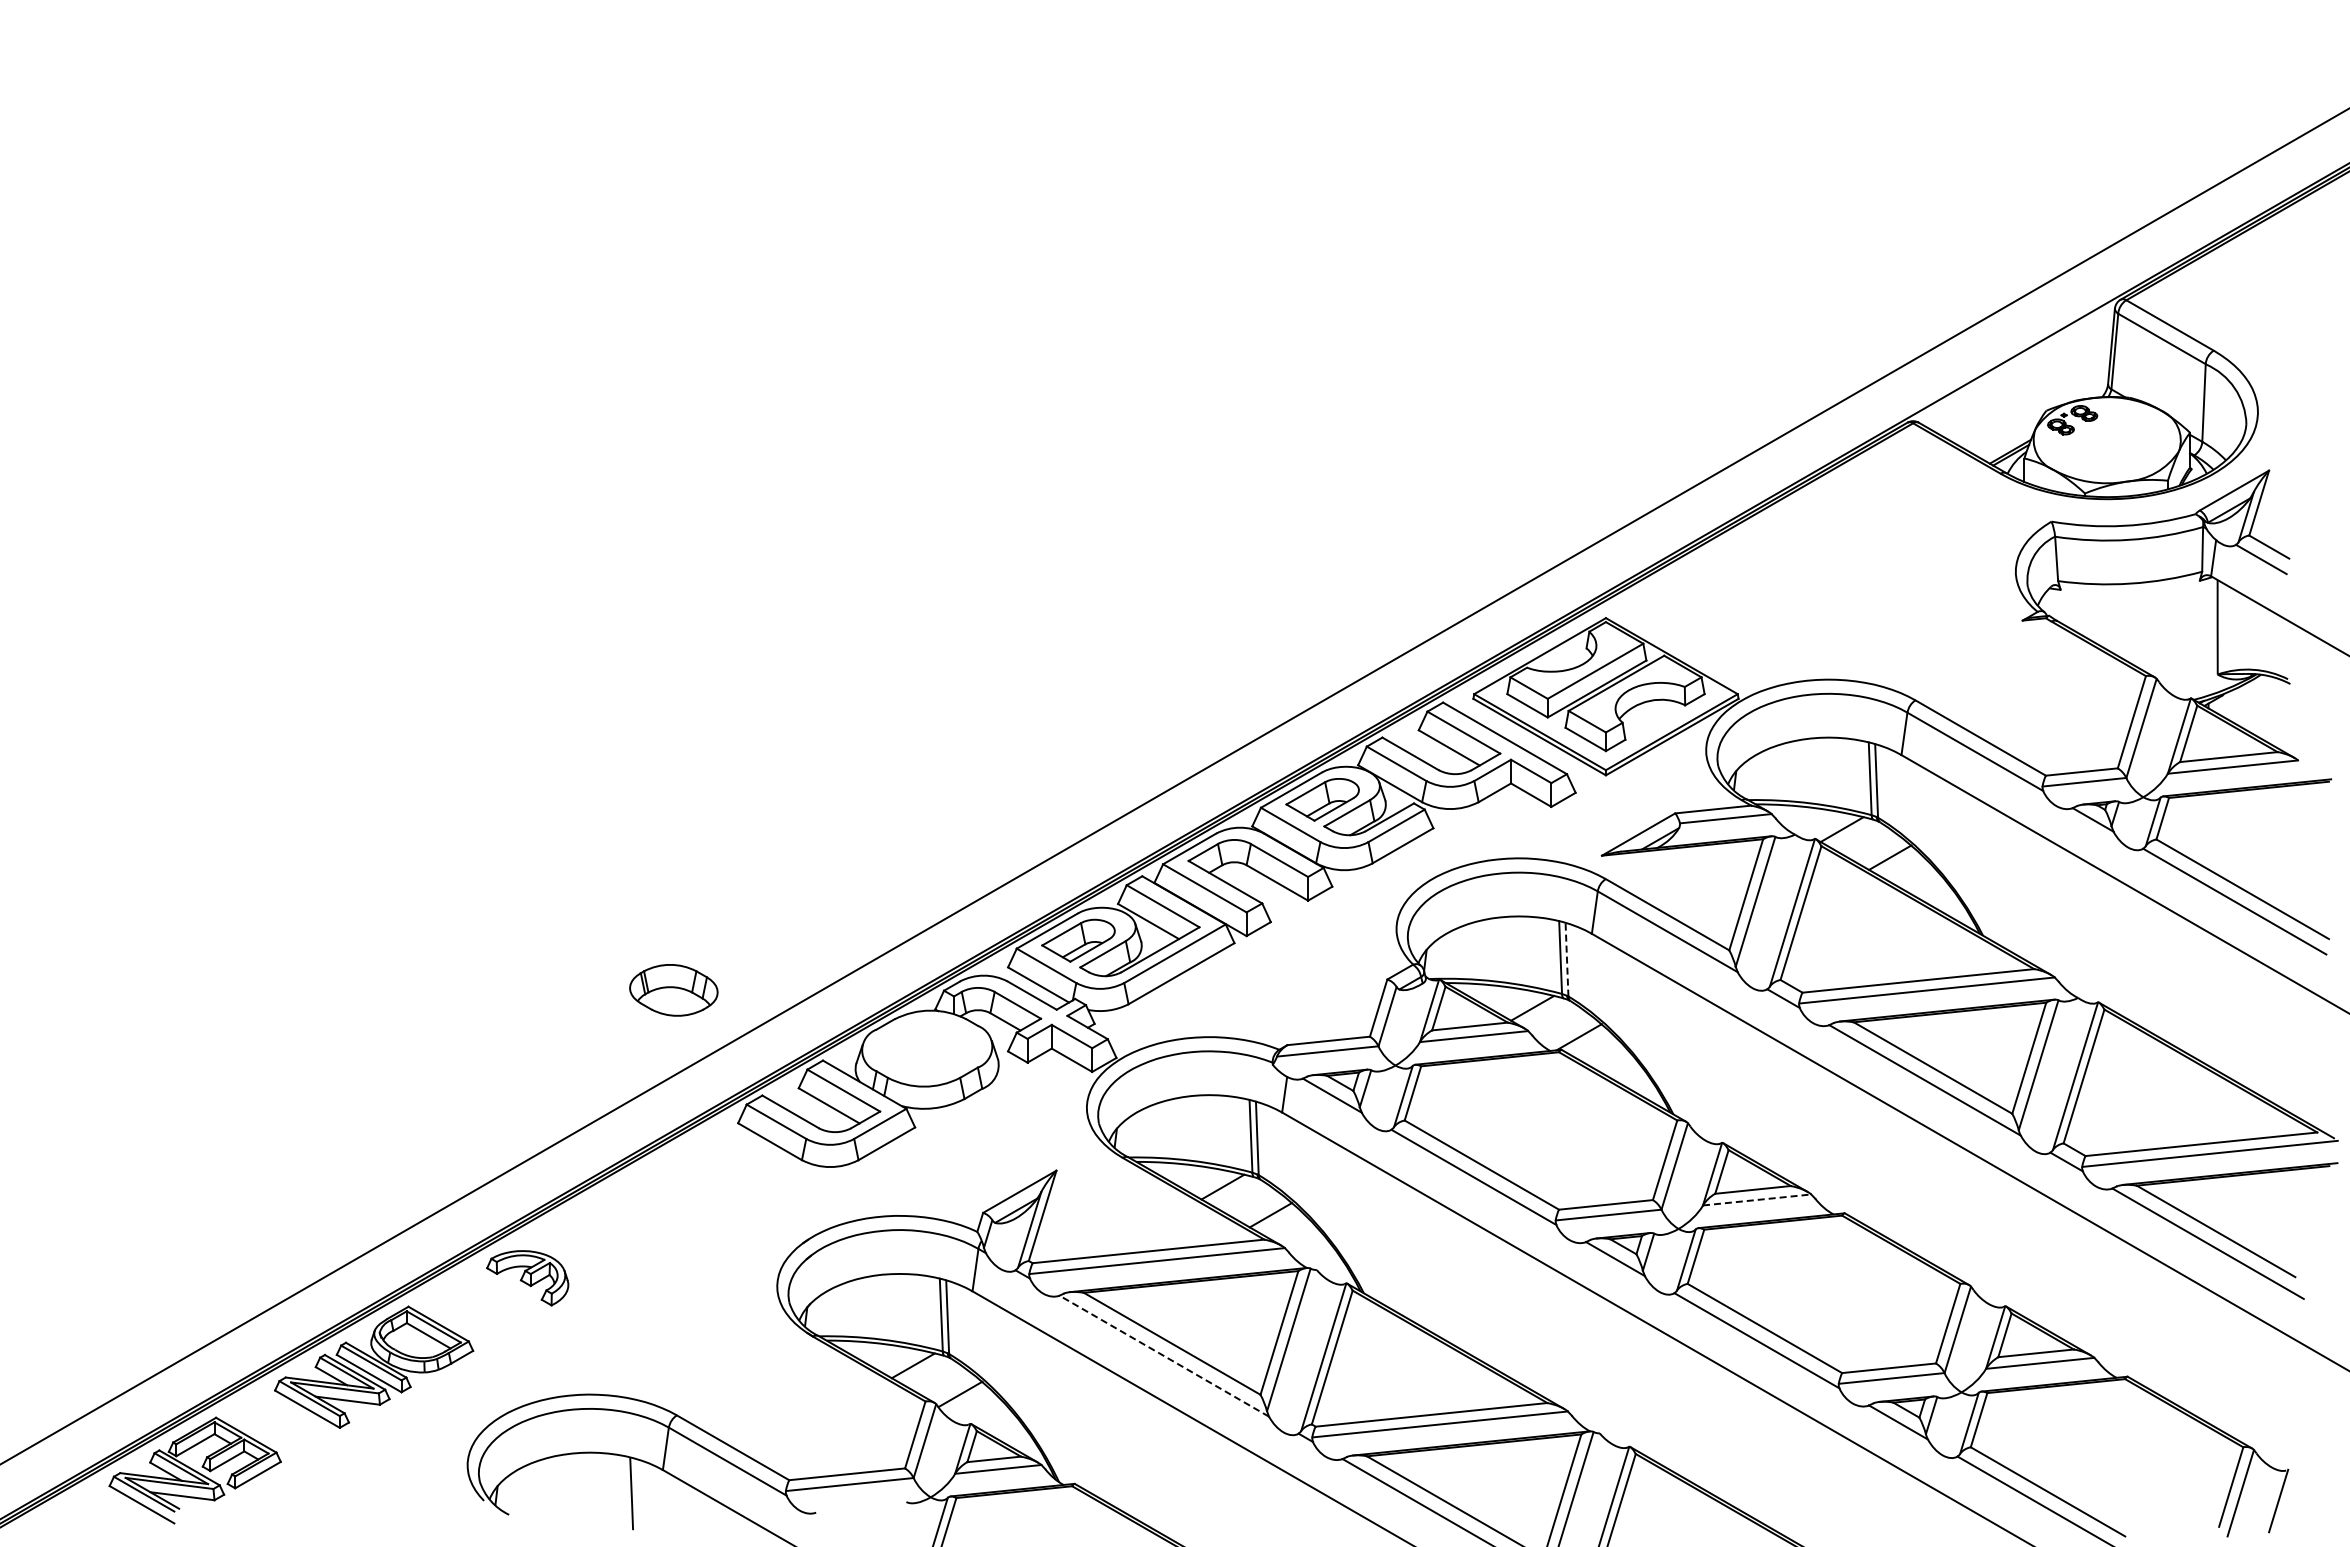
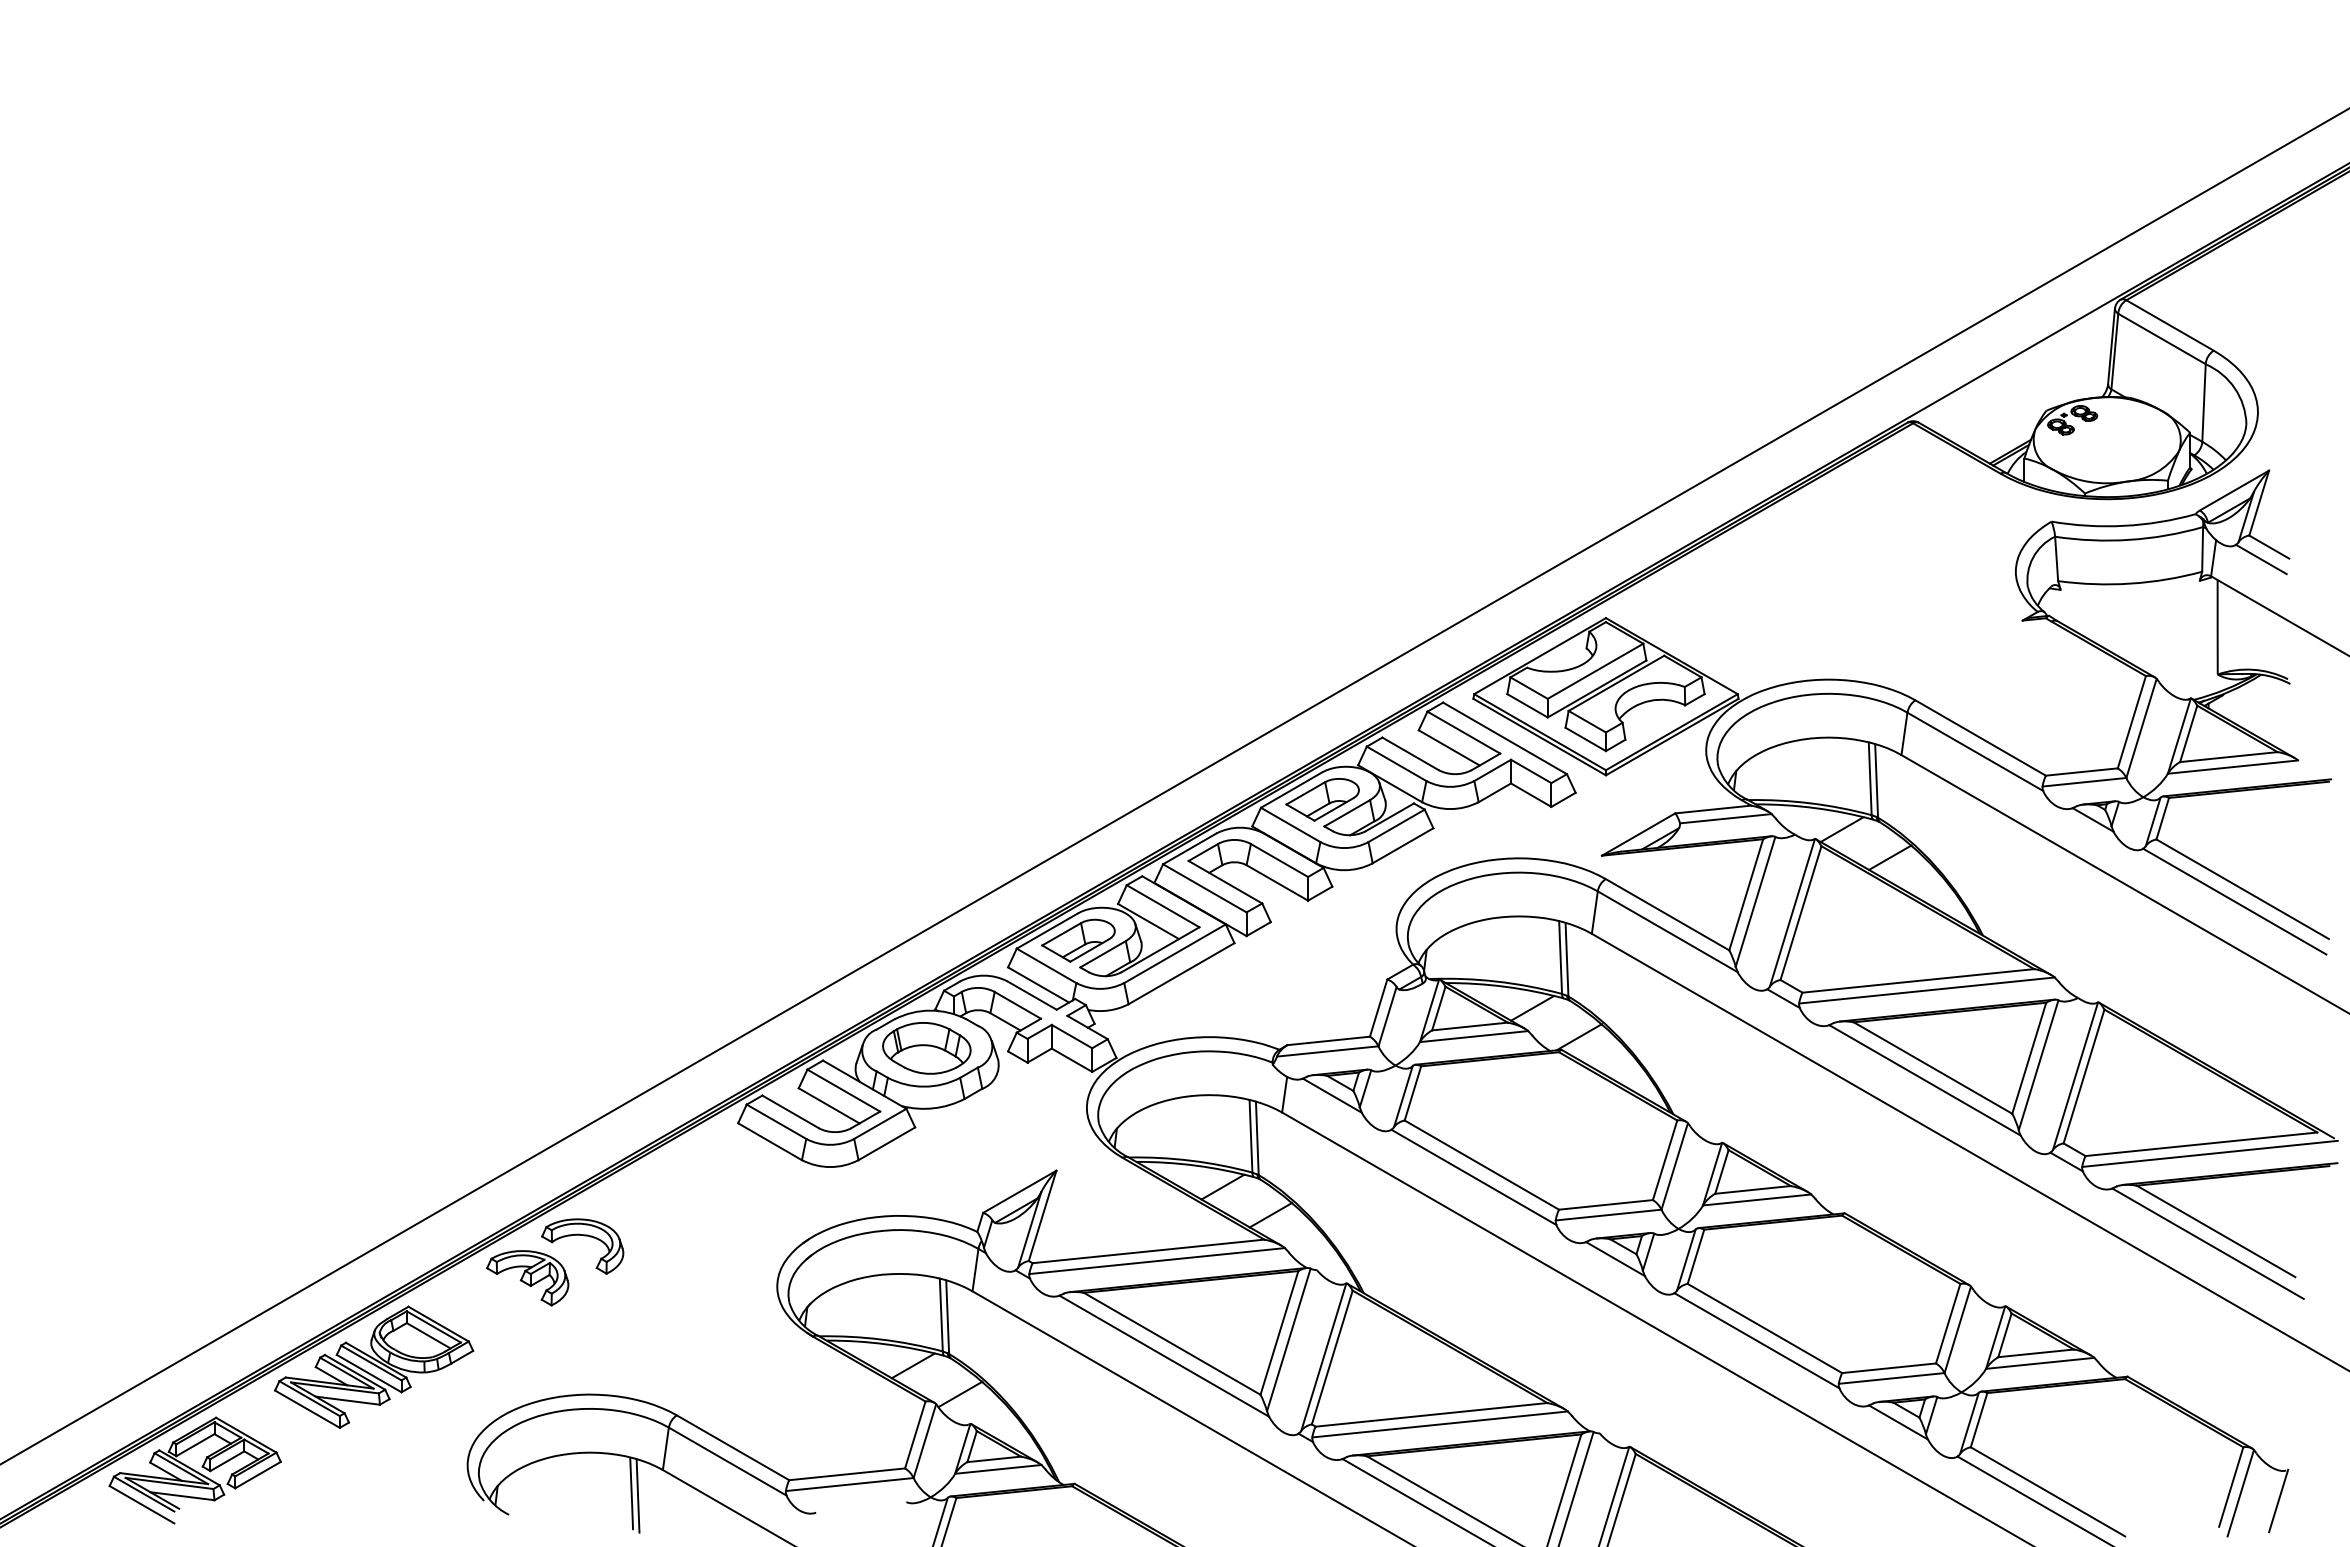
line at (1567, 959): dashed -> solid
part at (673, 990) position: (673, 990) -> (926, 1048)
line at (1757, 1199): dashed -> solid
part at (583, 1236): none -> present
line at (1164, 1356): dashed -> solid
line at (637, 1495): none -> present
